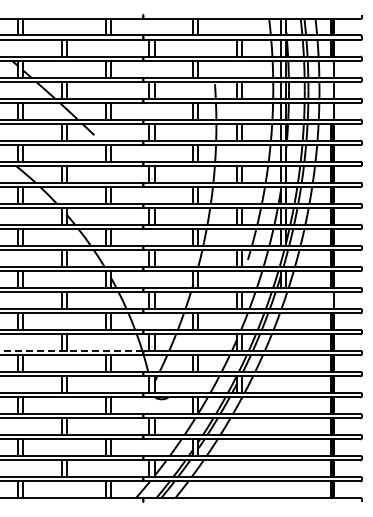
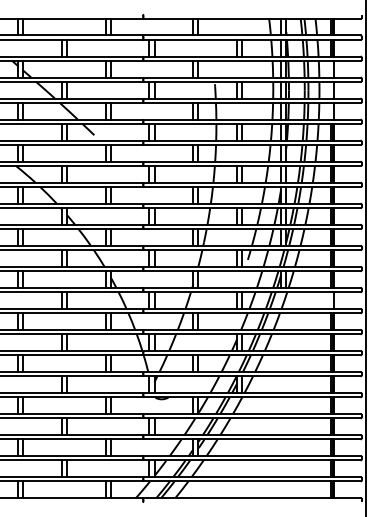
line at (365, 257): none -> present
line at (71, 350): dashed -> solid
